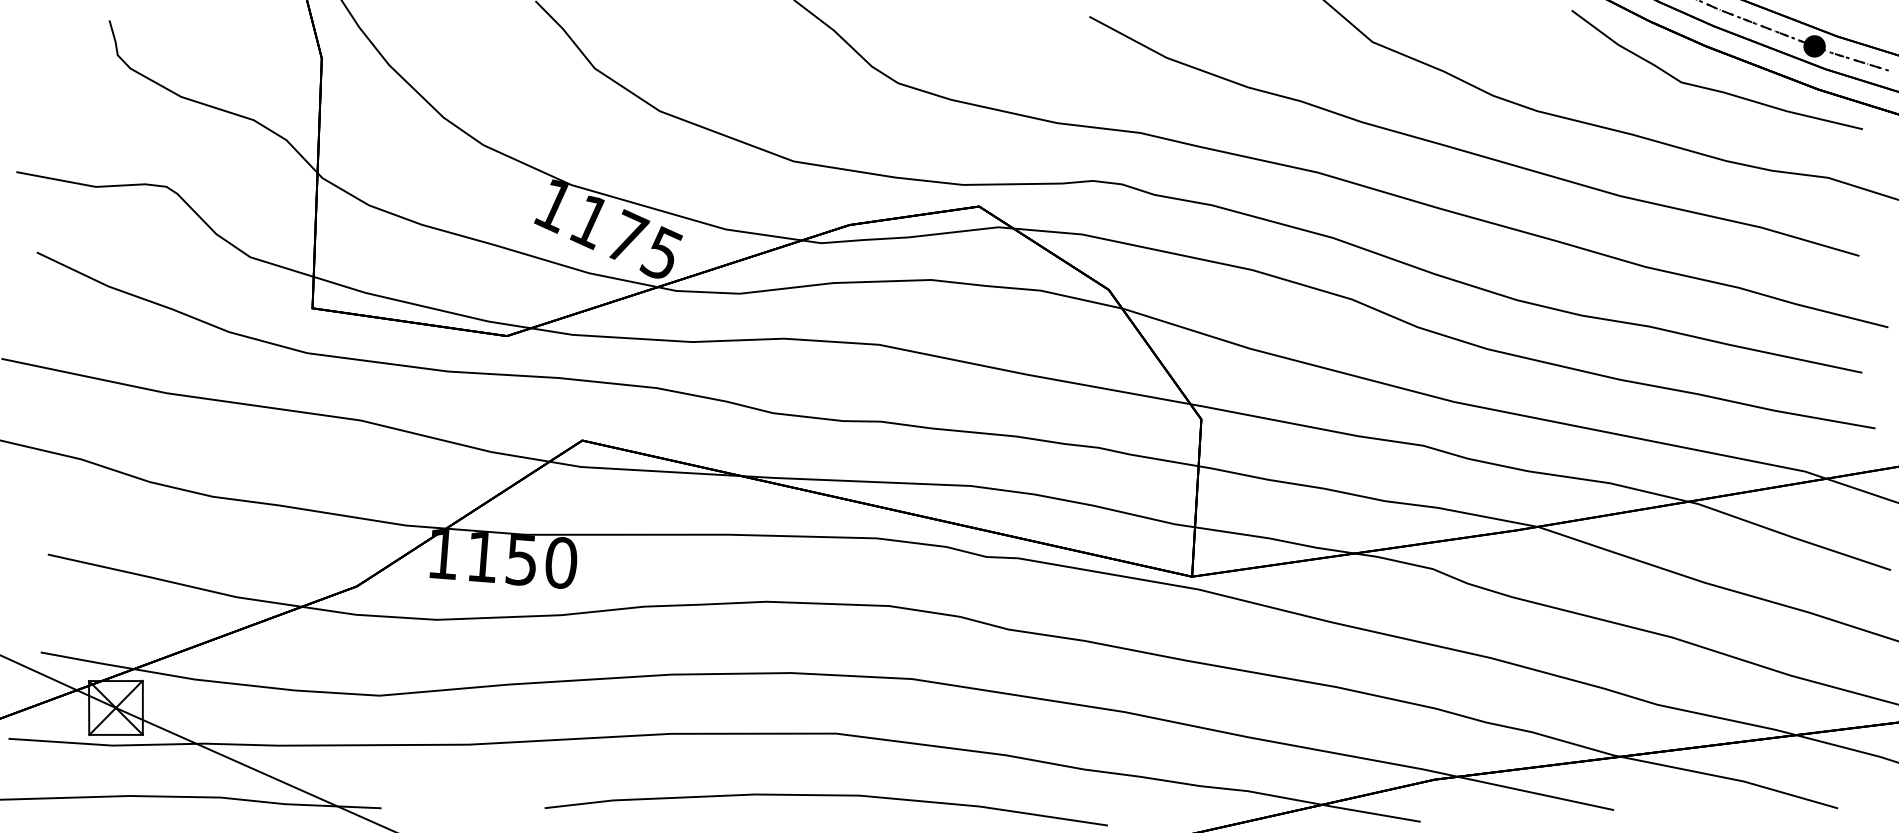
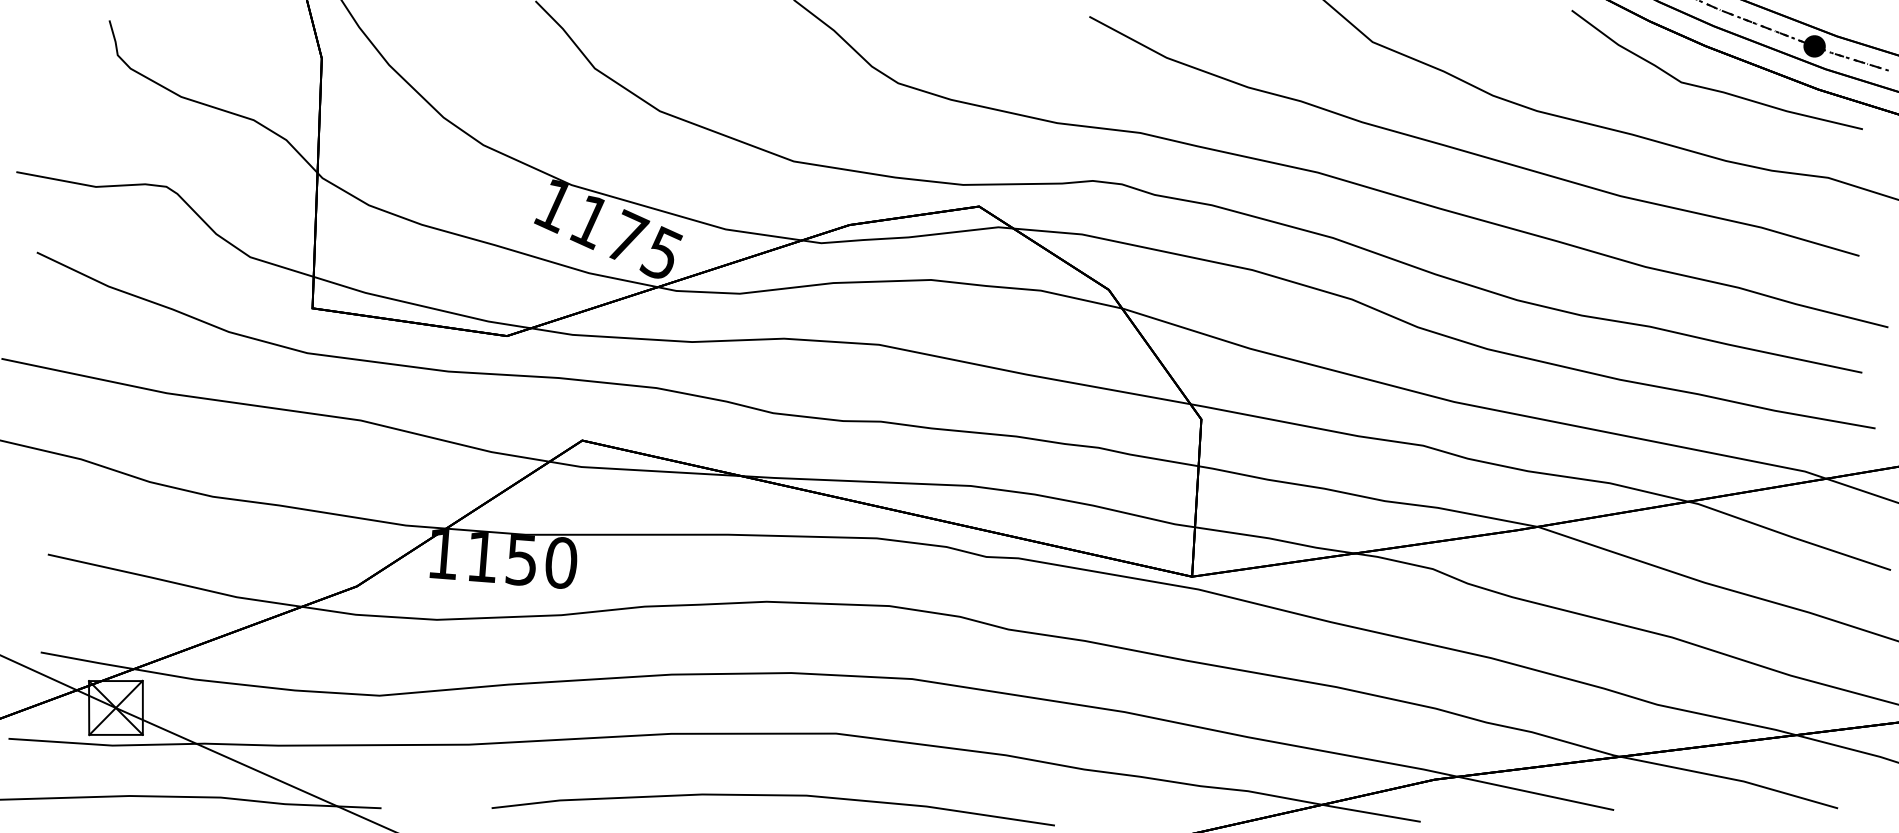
curve at (825, 796) position: (825, 796) -> (772, 796)
